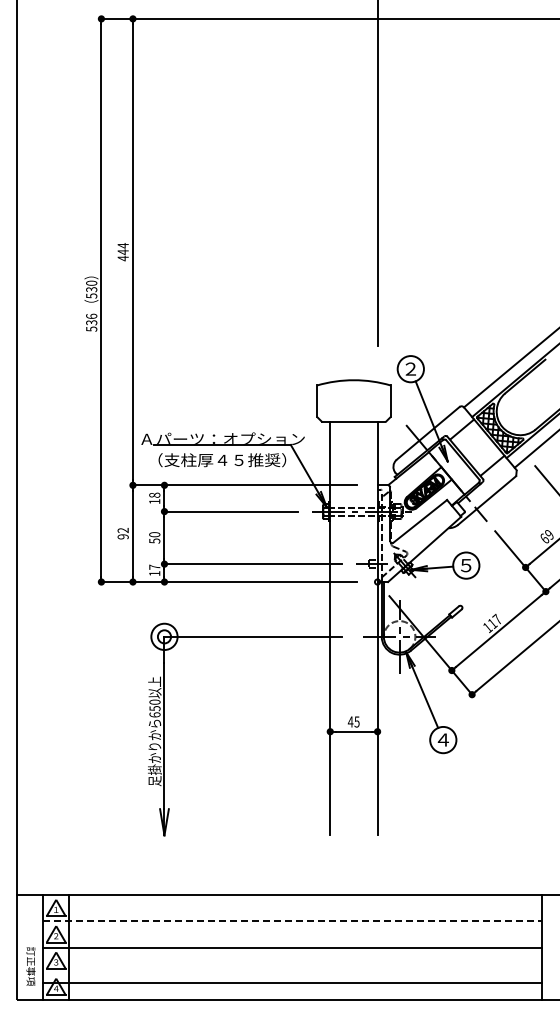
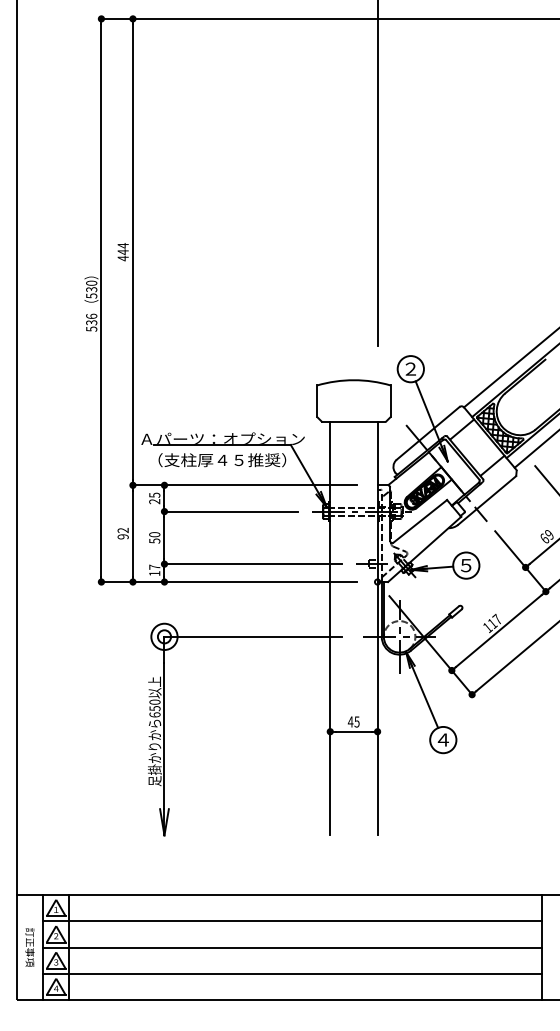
text at (154, 498): 18 -> 25
line at (292, 921): dashed -> solid
text at (30, 966) position: (30, 966) -> (29, 947)
line at (292, 982) position: (292, 982) -> (292, 973)
